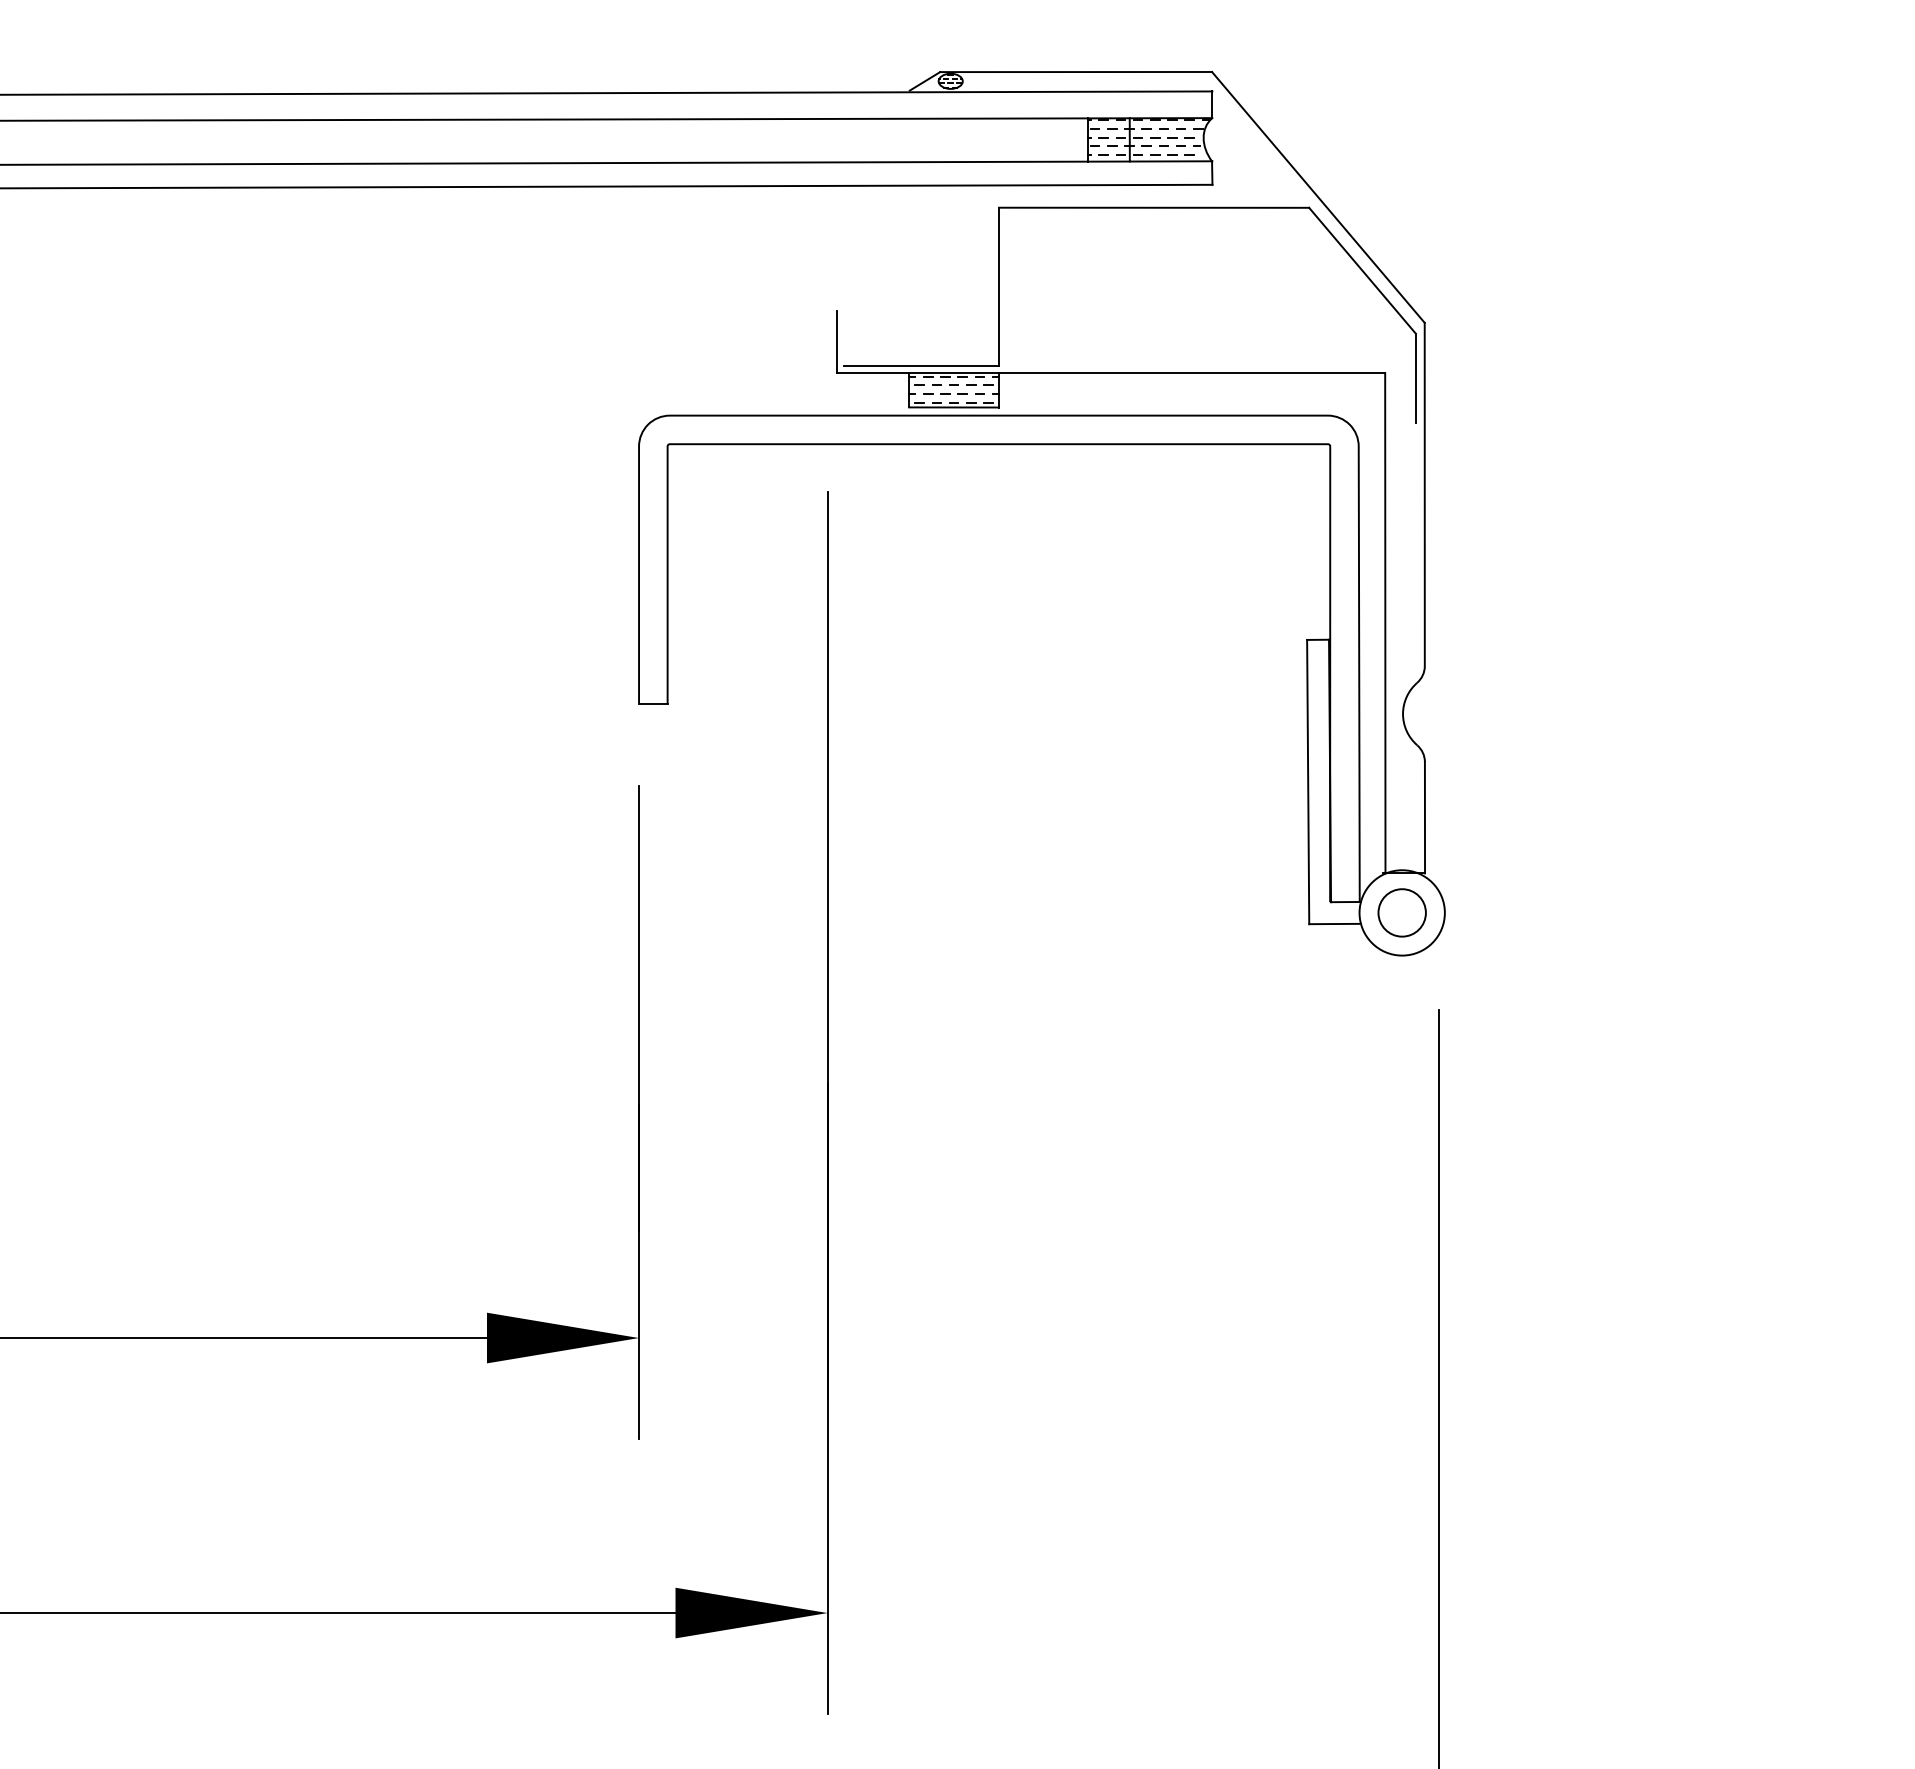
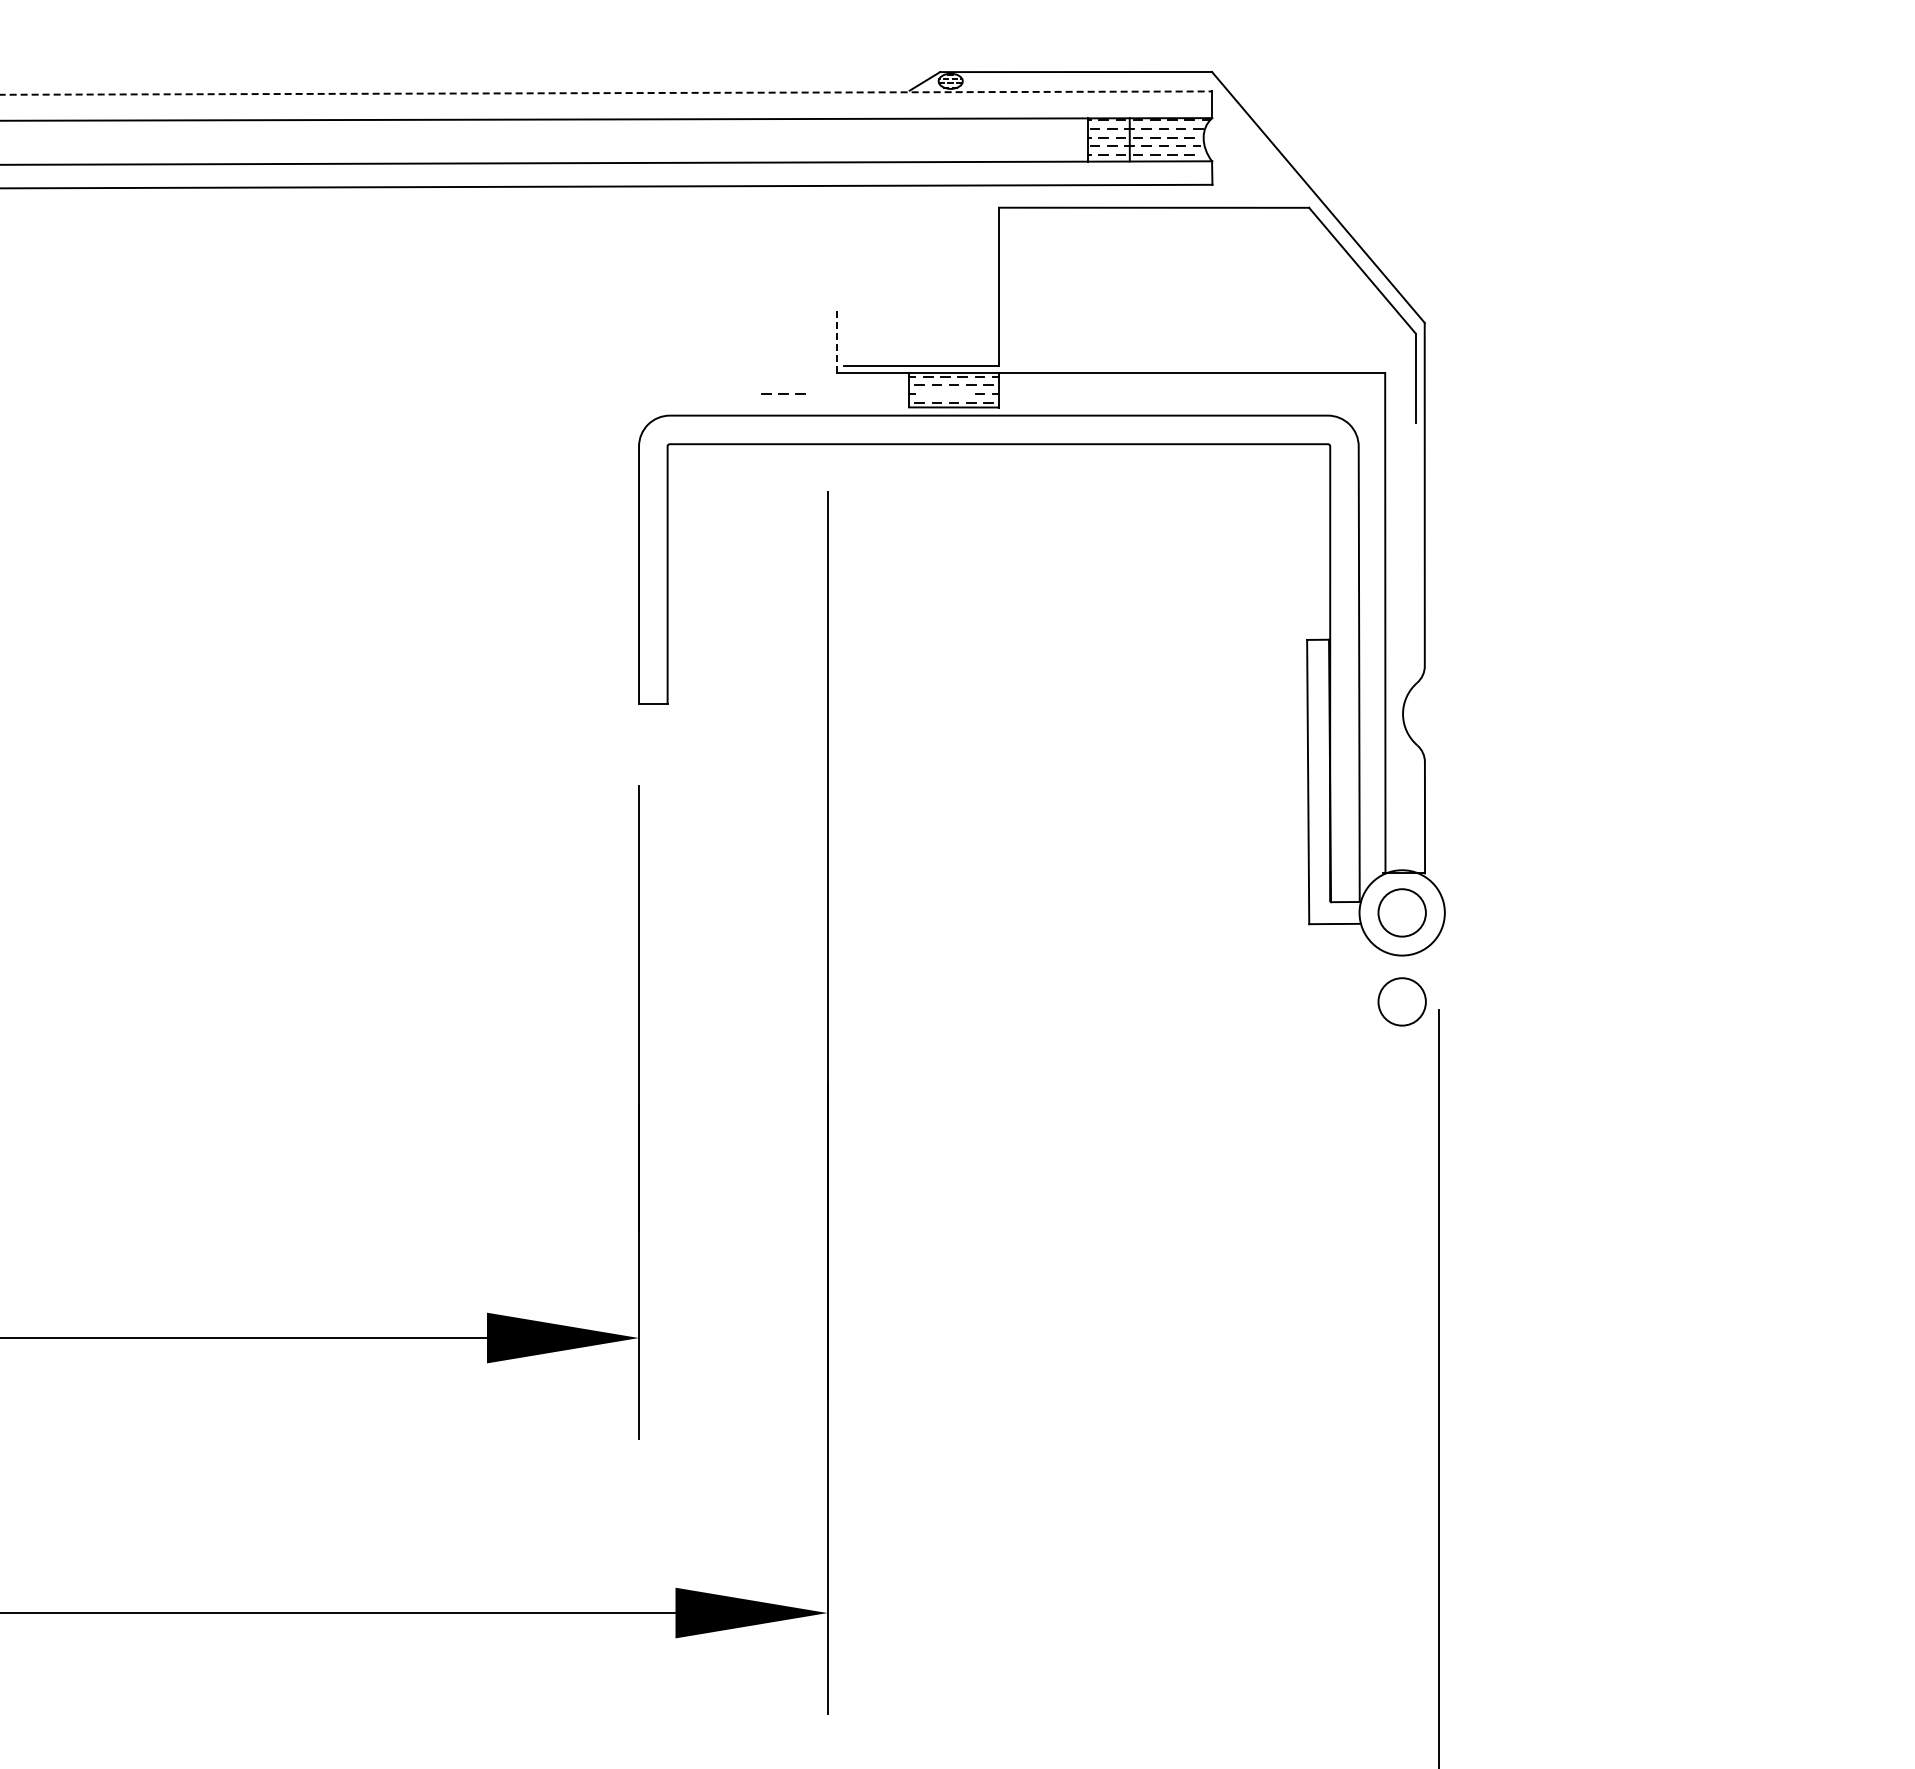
line at (606, 93): solid -> dashed
line at (836, 342): solid -> dashed
line at (945, 393) position: (945, 393) -> (783, 393)
circle at (1401, 1001): none -> present
